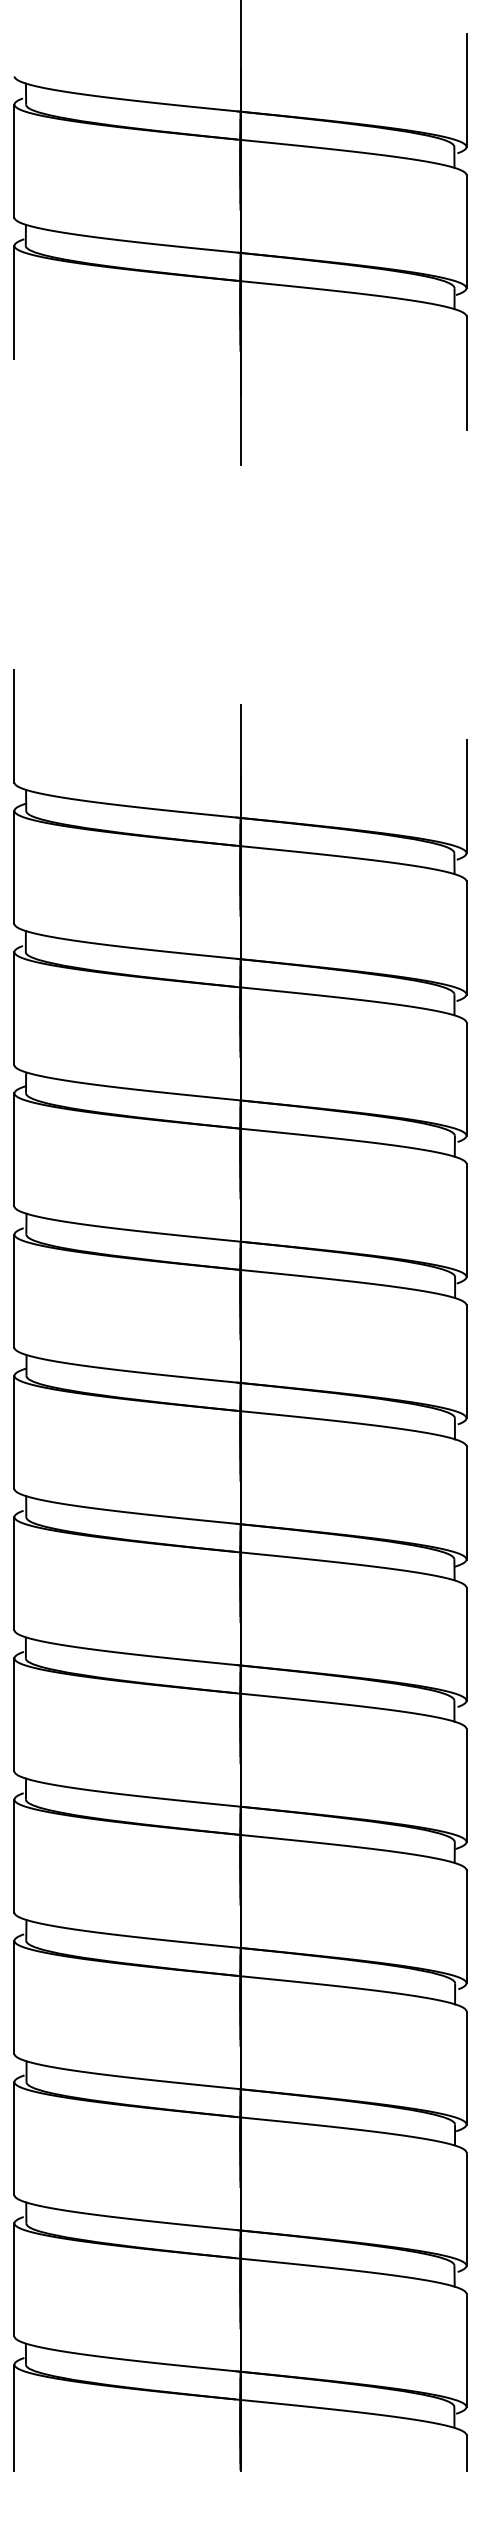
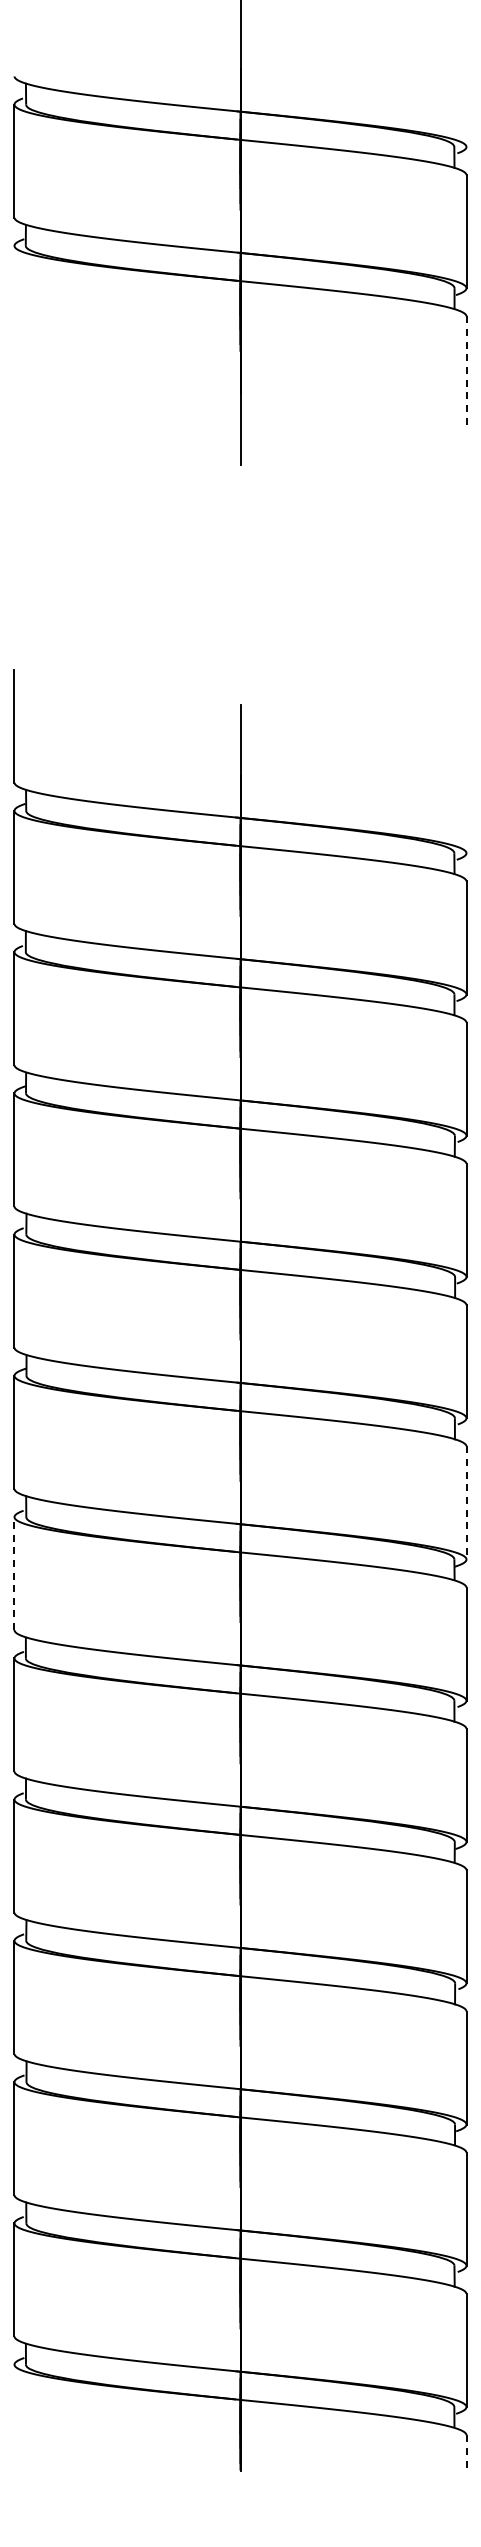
line at (466, 90): present -> none
line at (14, 301): present -> none
line at (466, 372): solid -> dashed
line at (466, 796): present -> none
line at (466, 1503): solid -> dashed
line at (14, 1573): solid -> dashed
line at (14, 2417): present -> none
line at (466, 2452): solid -> dashed
